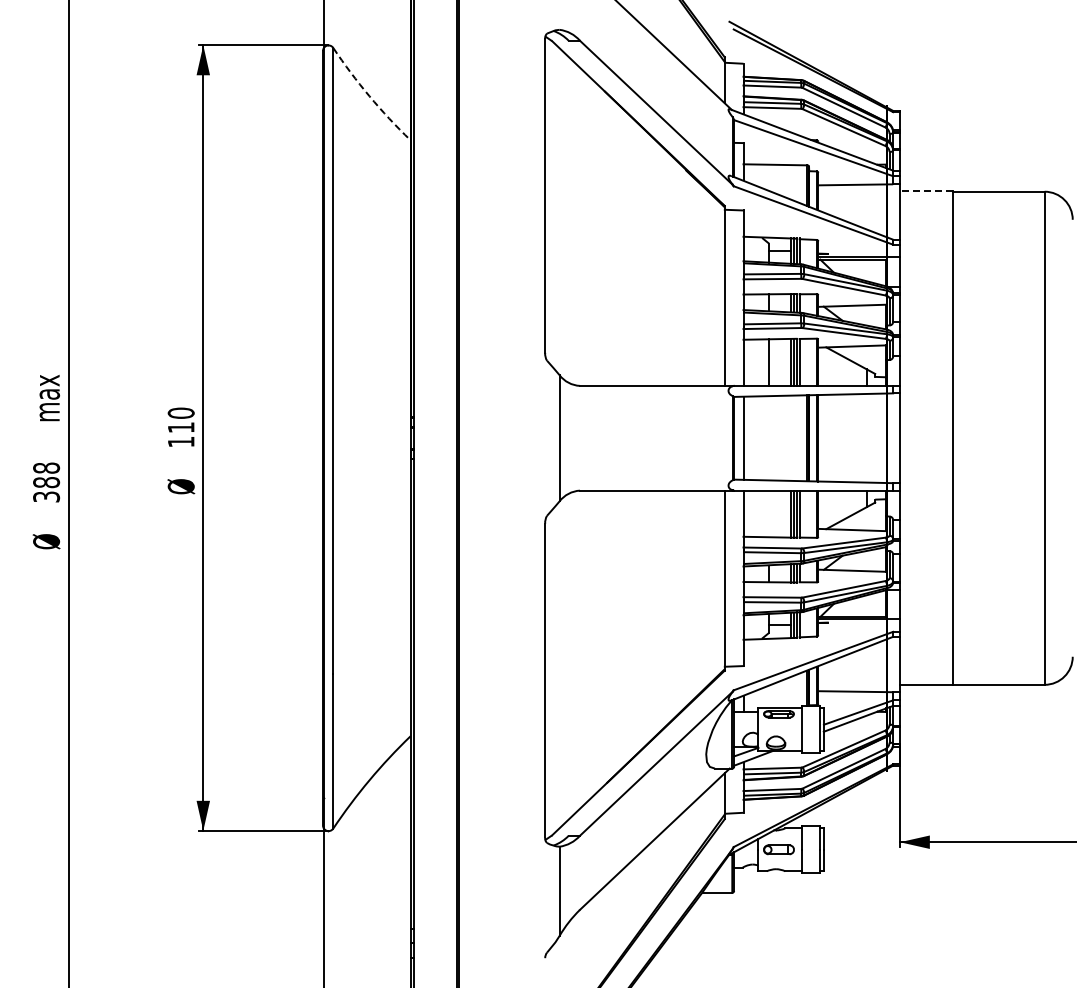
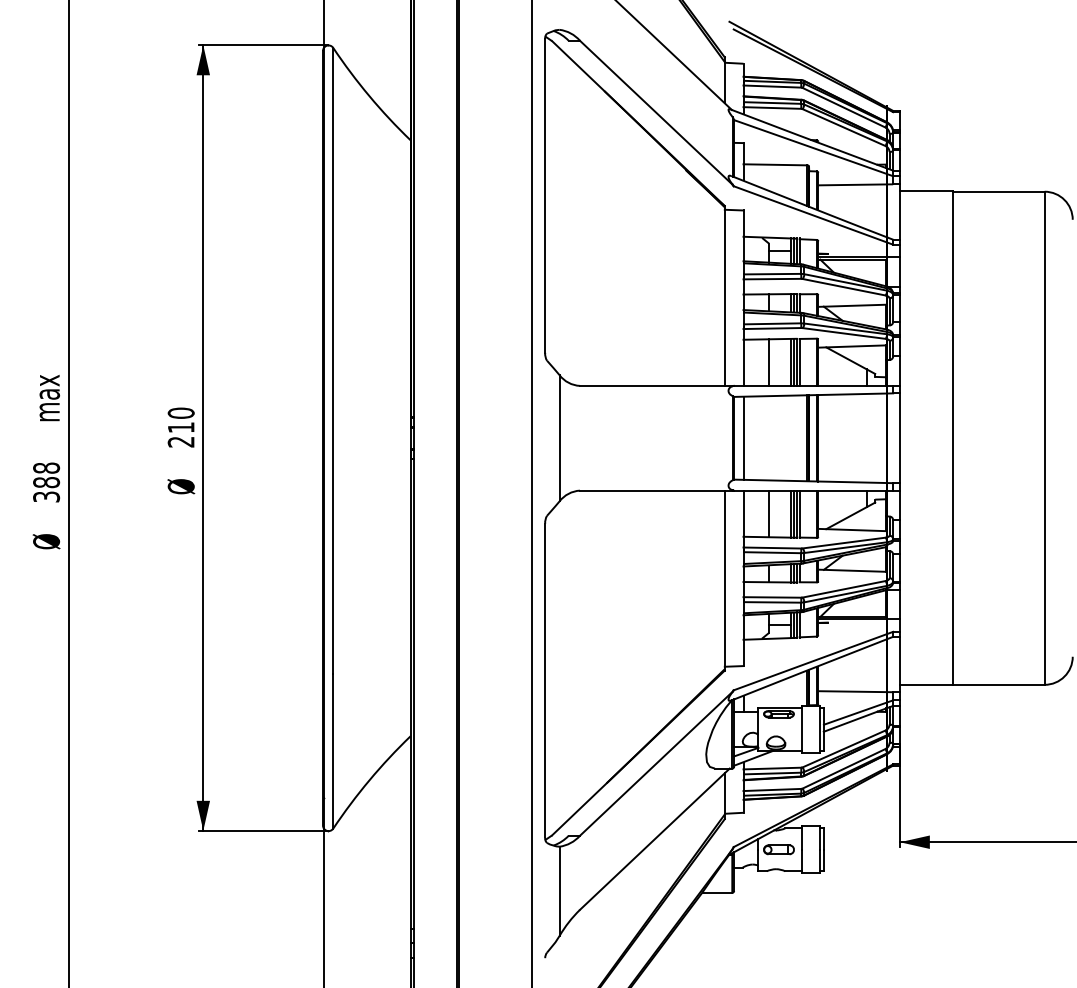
arc at (369, 96): dashed -> solid
line at (926, 191): dashed -> solid
text at (180, 442): 110 -> 210
line at (532, 493): none -> present
line at (769, 513): none -> present
